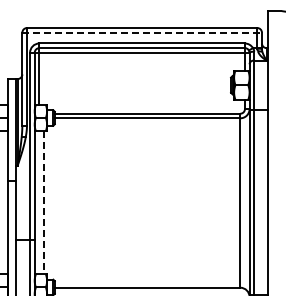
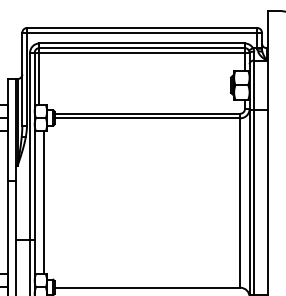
line at (142, 32): dashed -> solid
line at (44, 202): dashed -> solid
